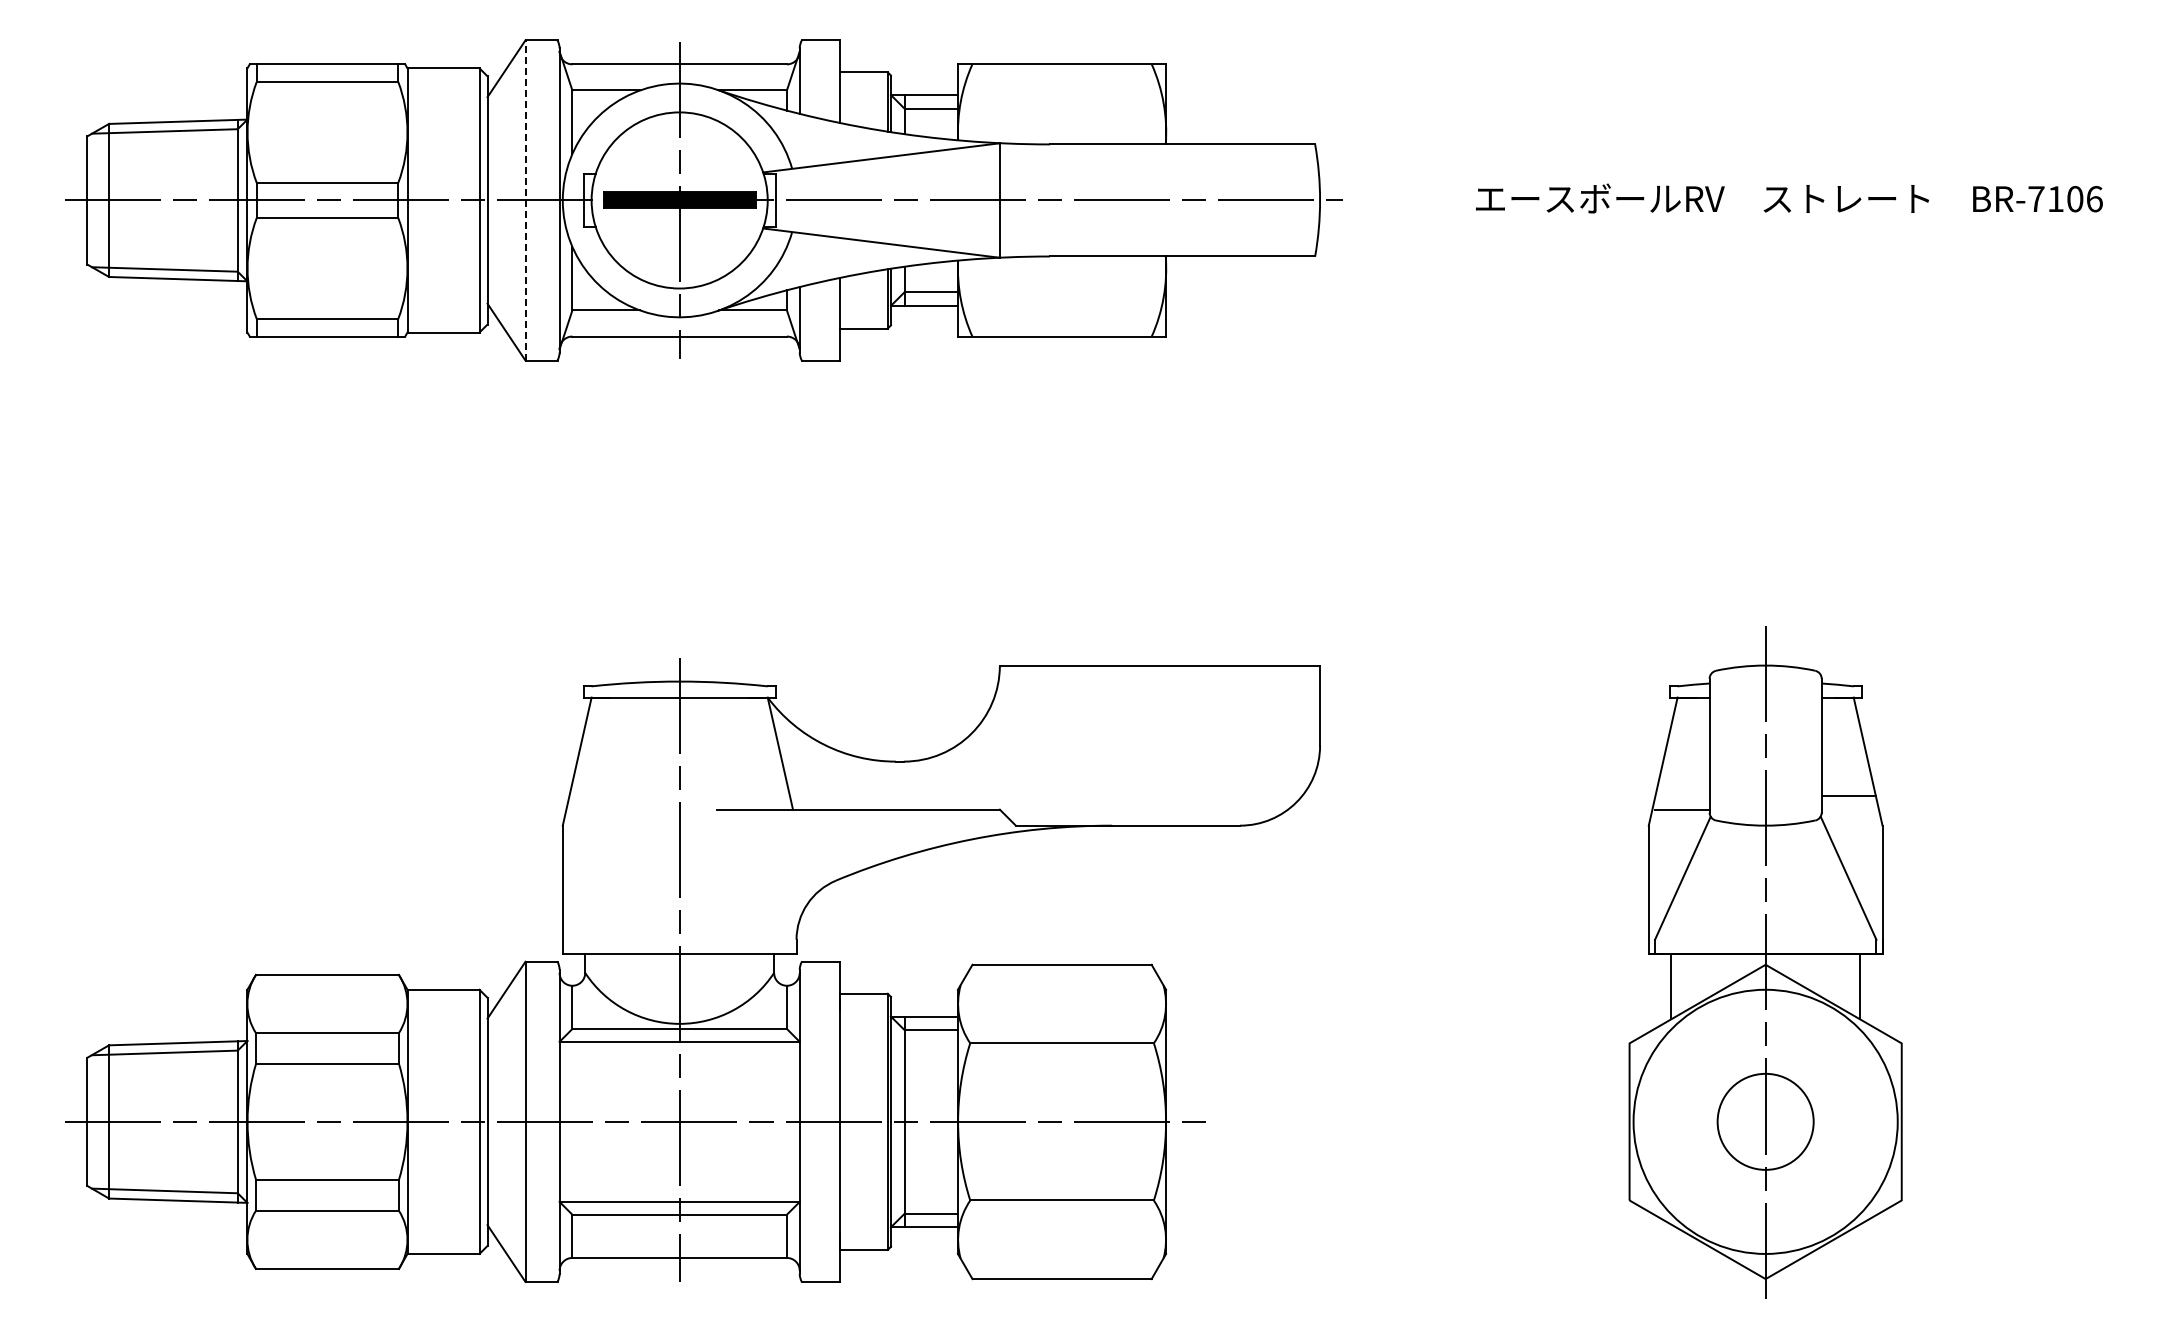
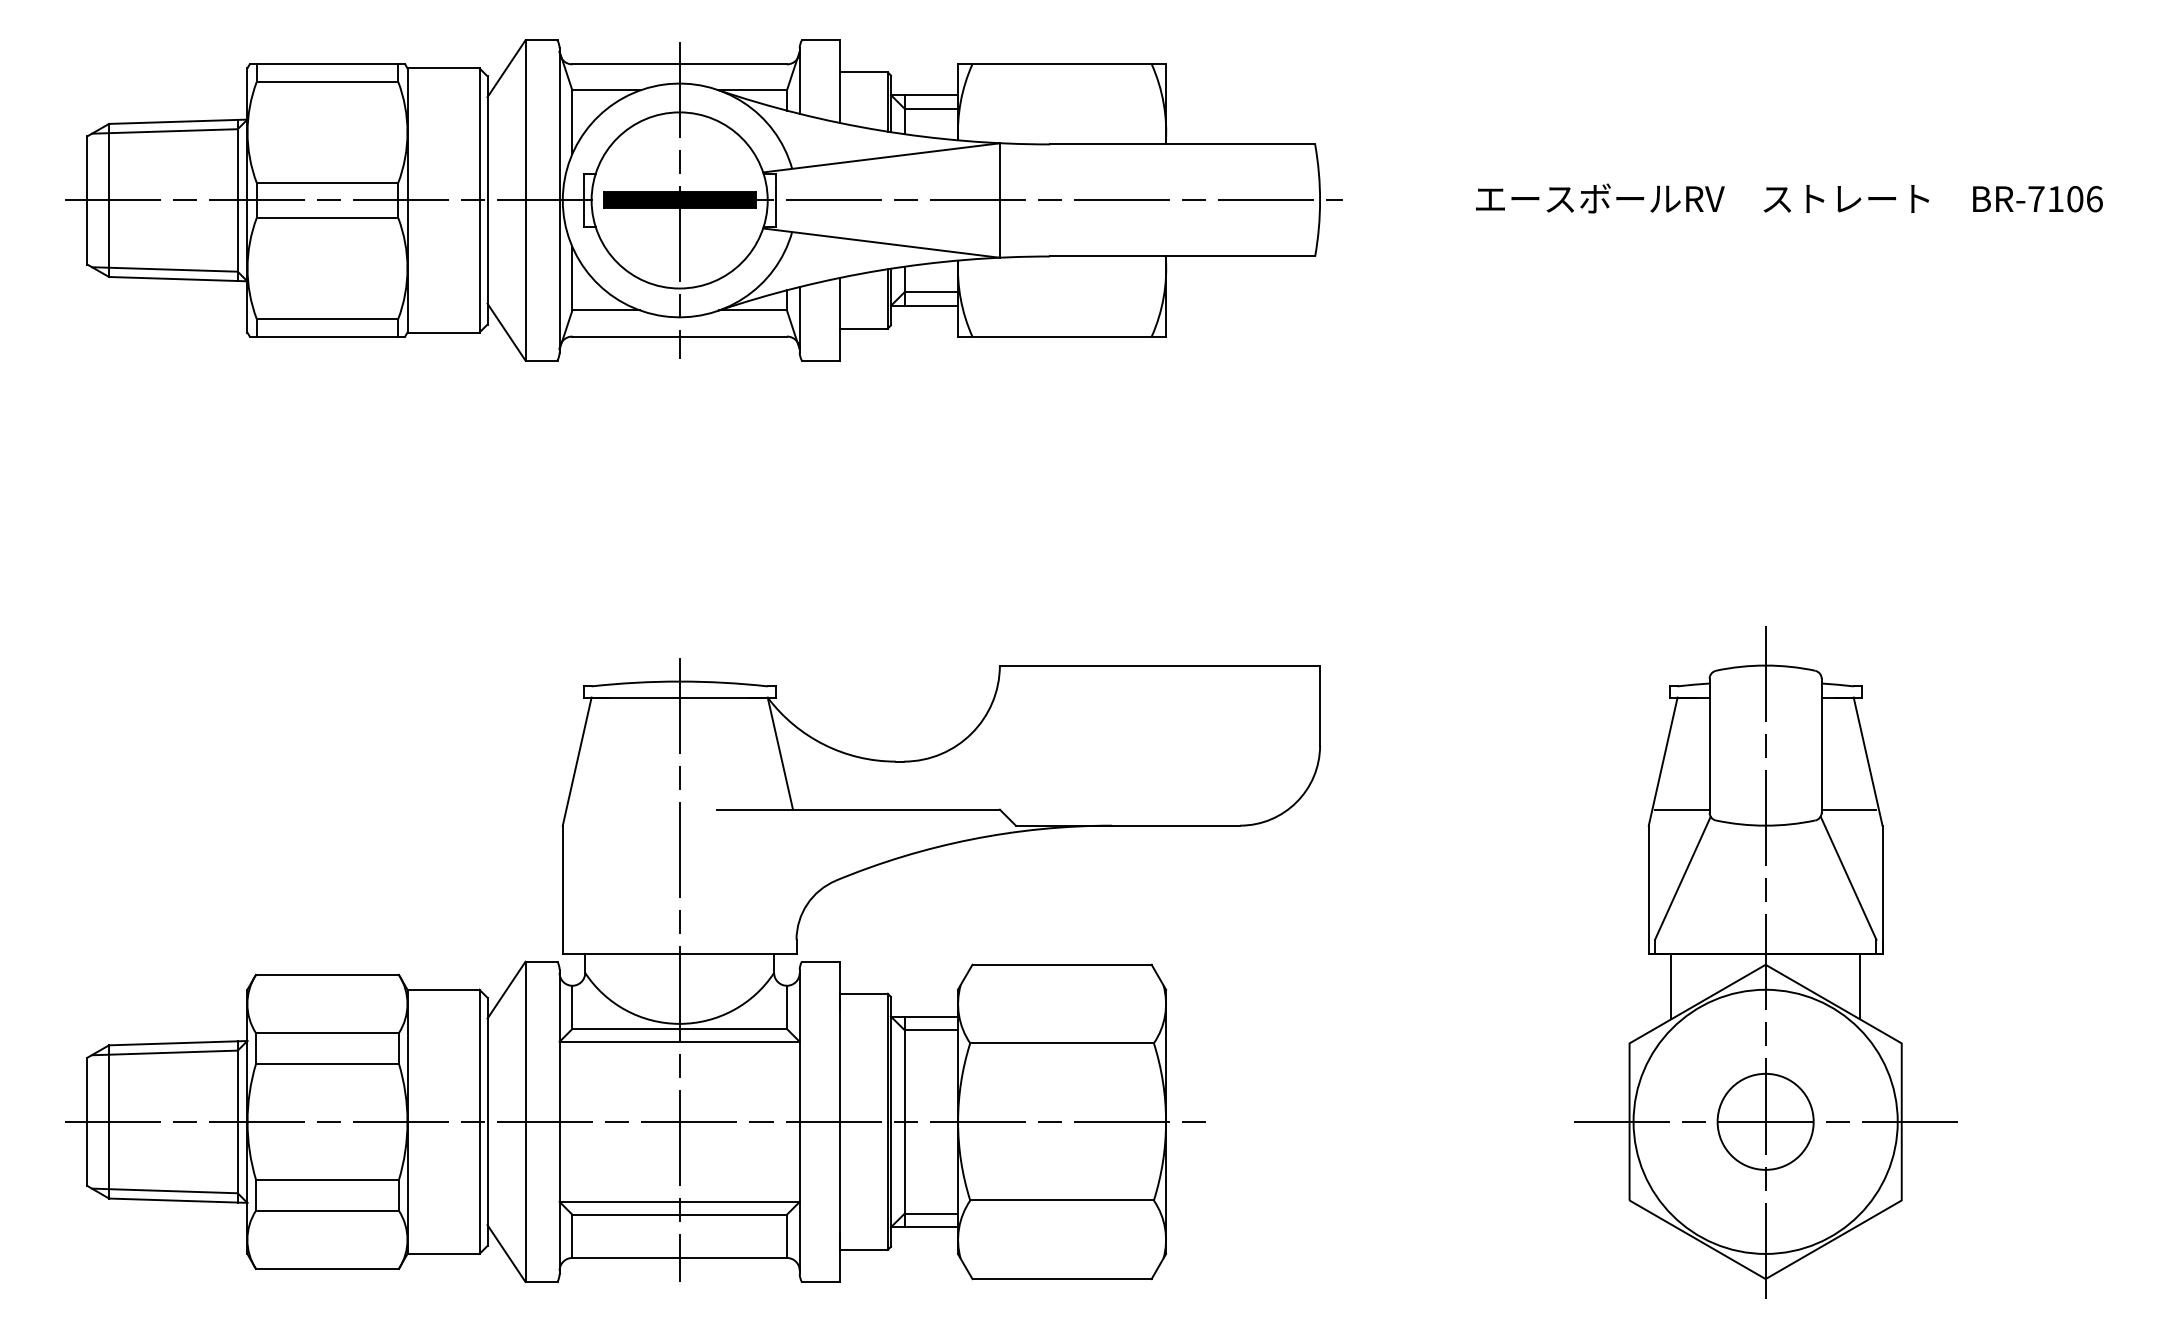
line at (525, 199): dashed -> solid
line at (1848, 795) position: (1848, 795) -> (1848, 809)
line at (1765, 1121): none -> present
